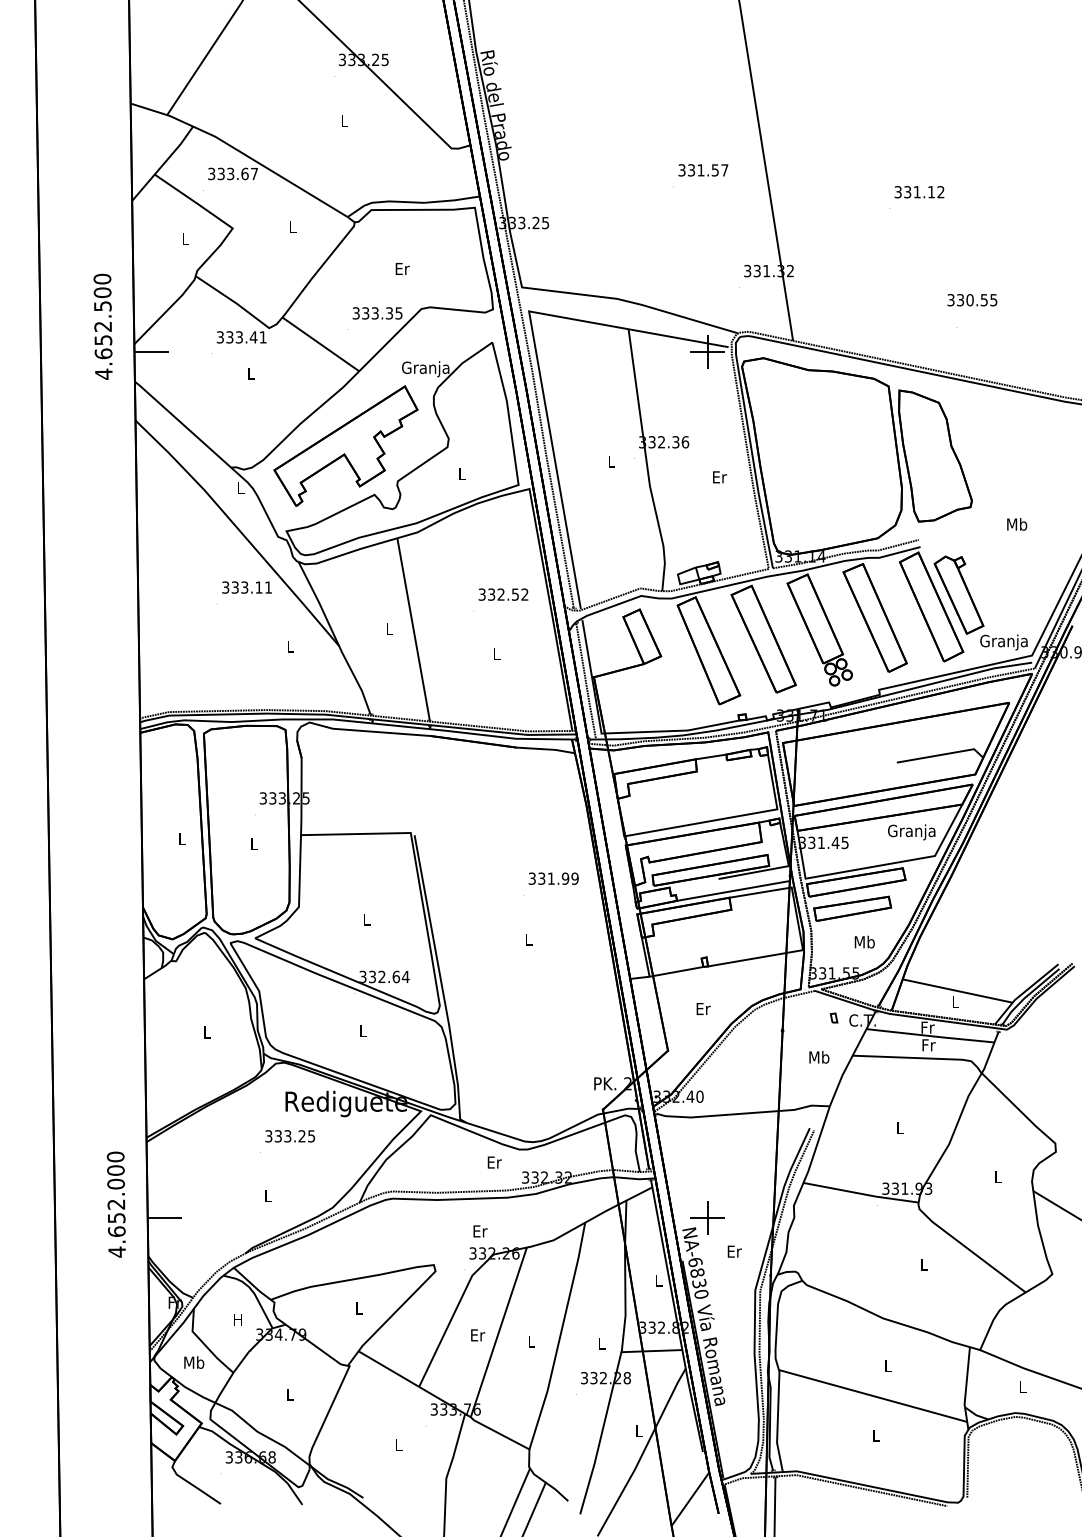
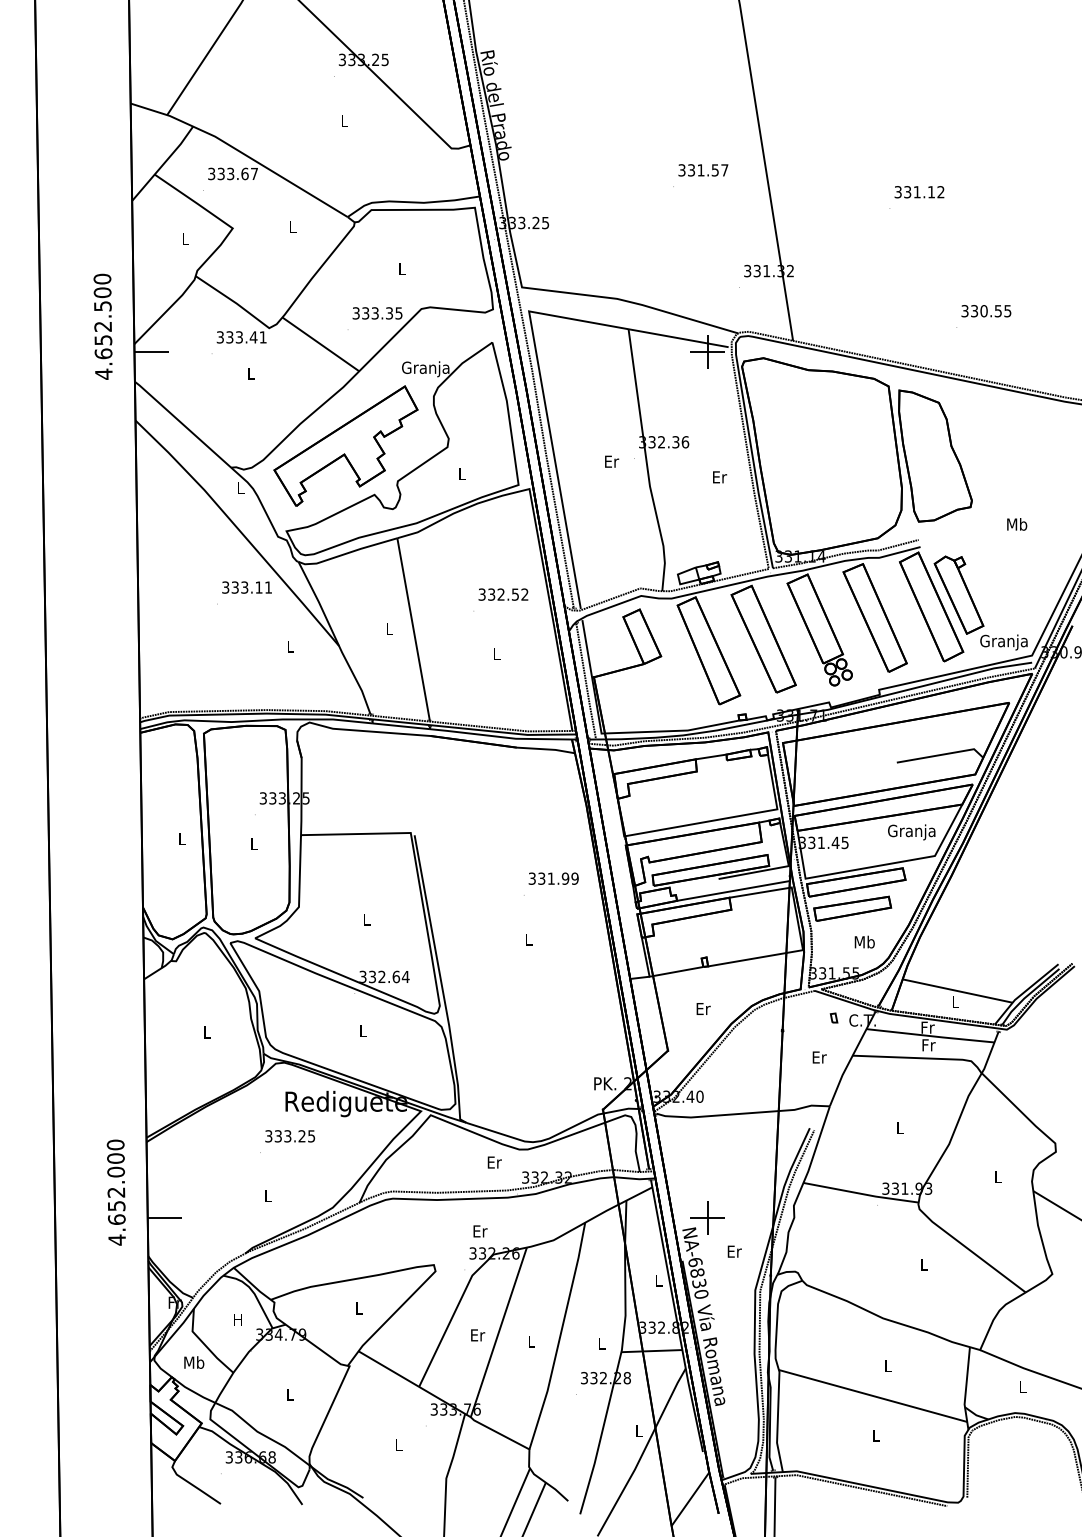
text at (402, 268): Er -> L
text at (972, 300) position: (972, 300) -> (986, 311)
text at (612, 461): L -> Er
text at (819, 1057): Mb -> Er
text at (115, 1204) position: (115, 1204) -> (115, 1192)
